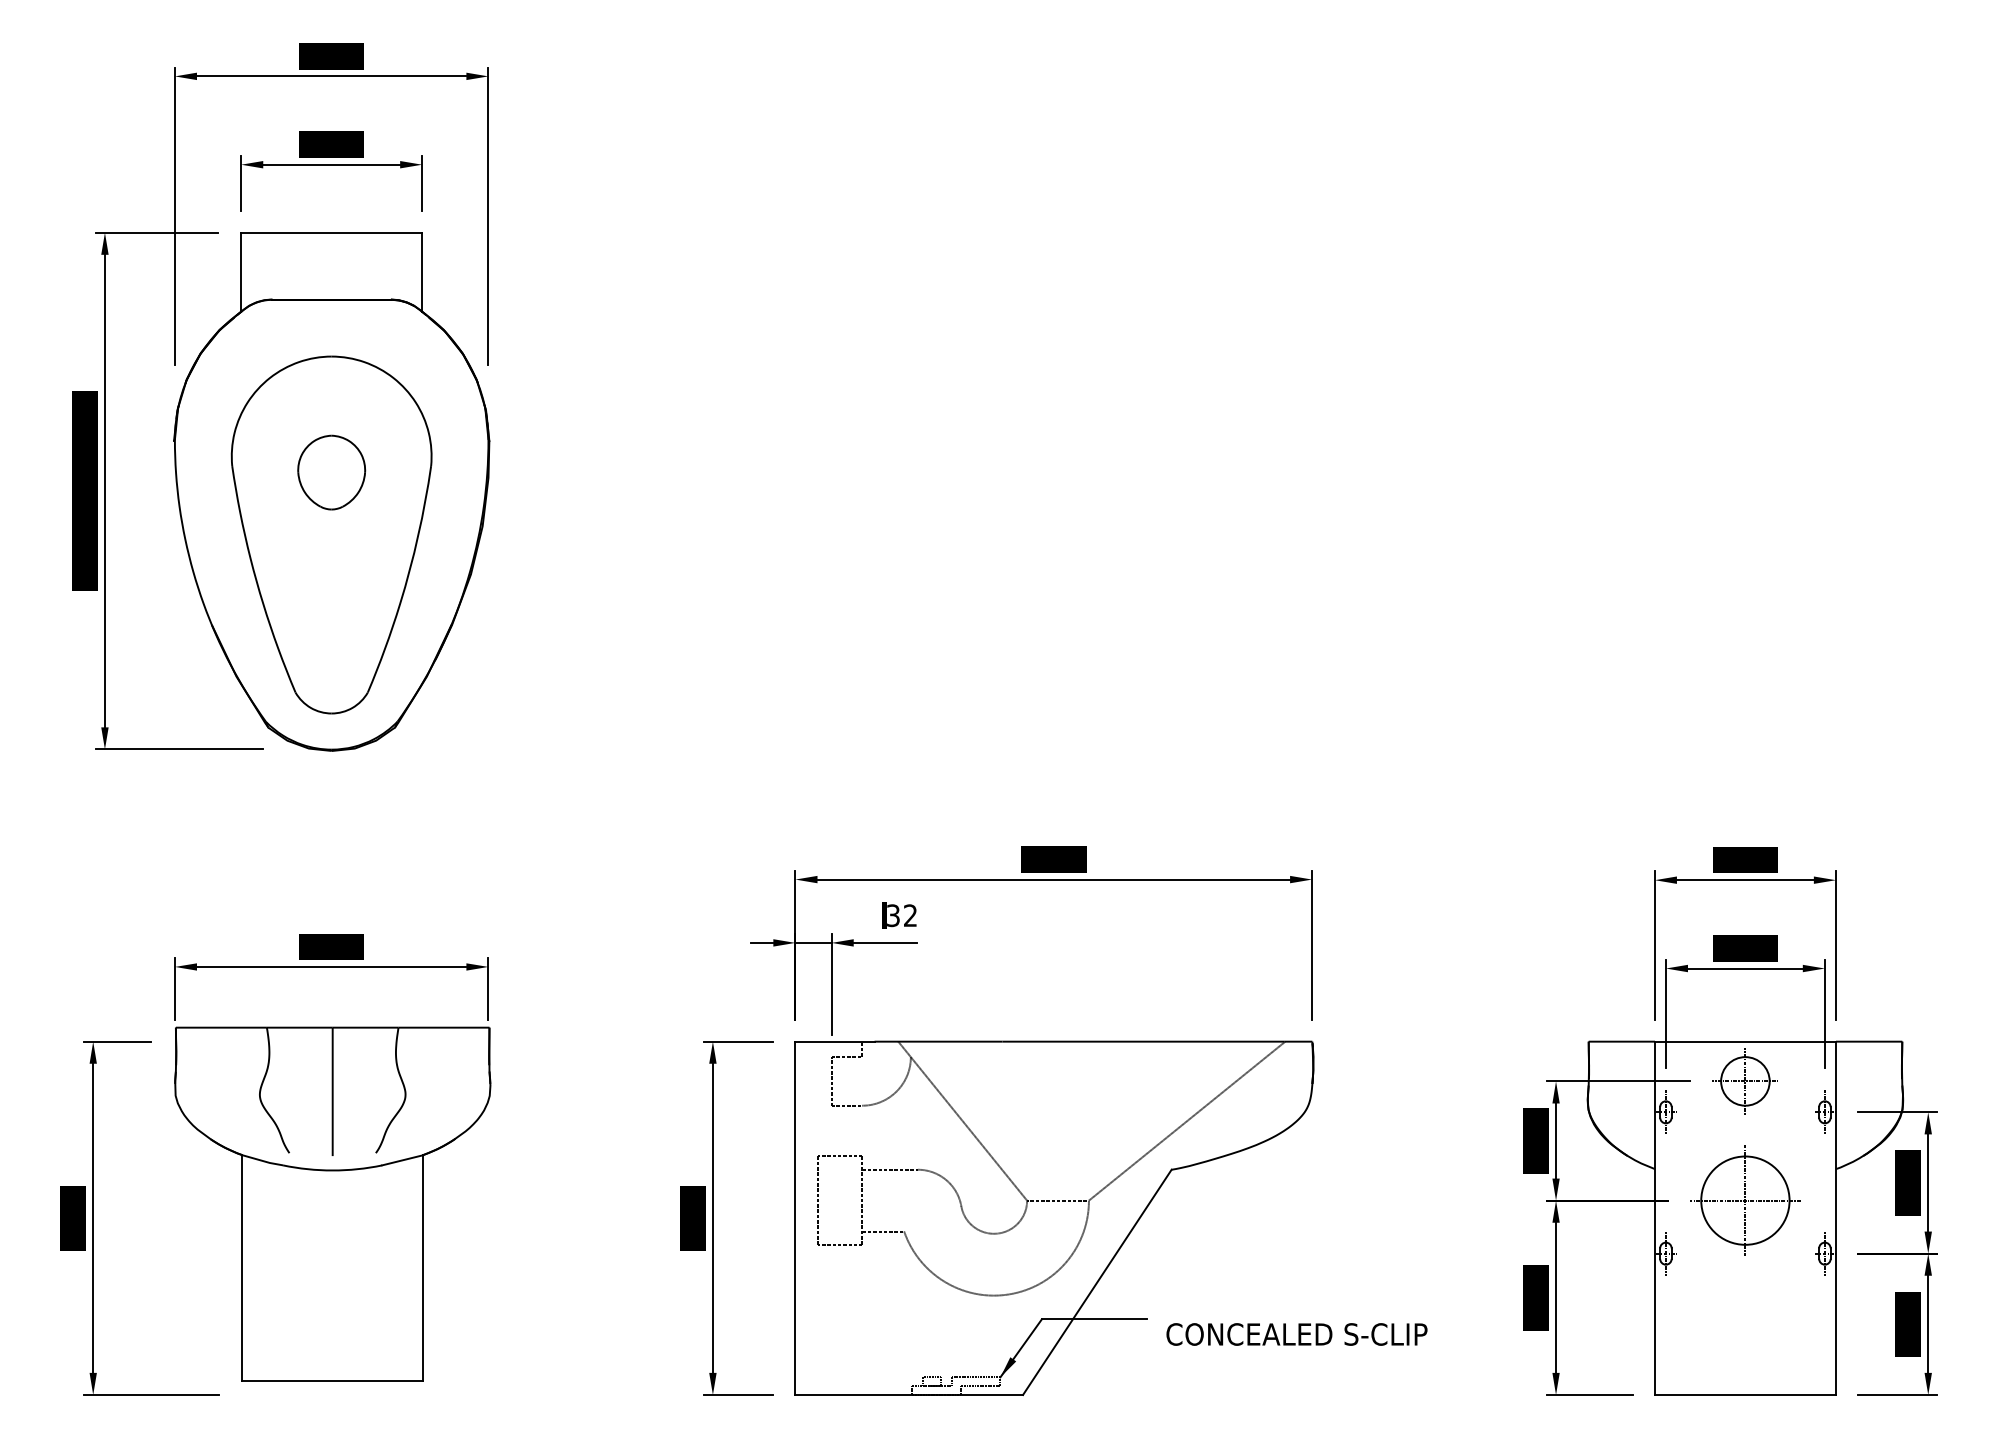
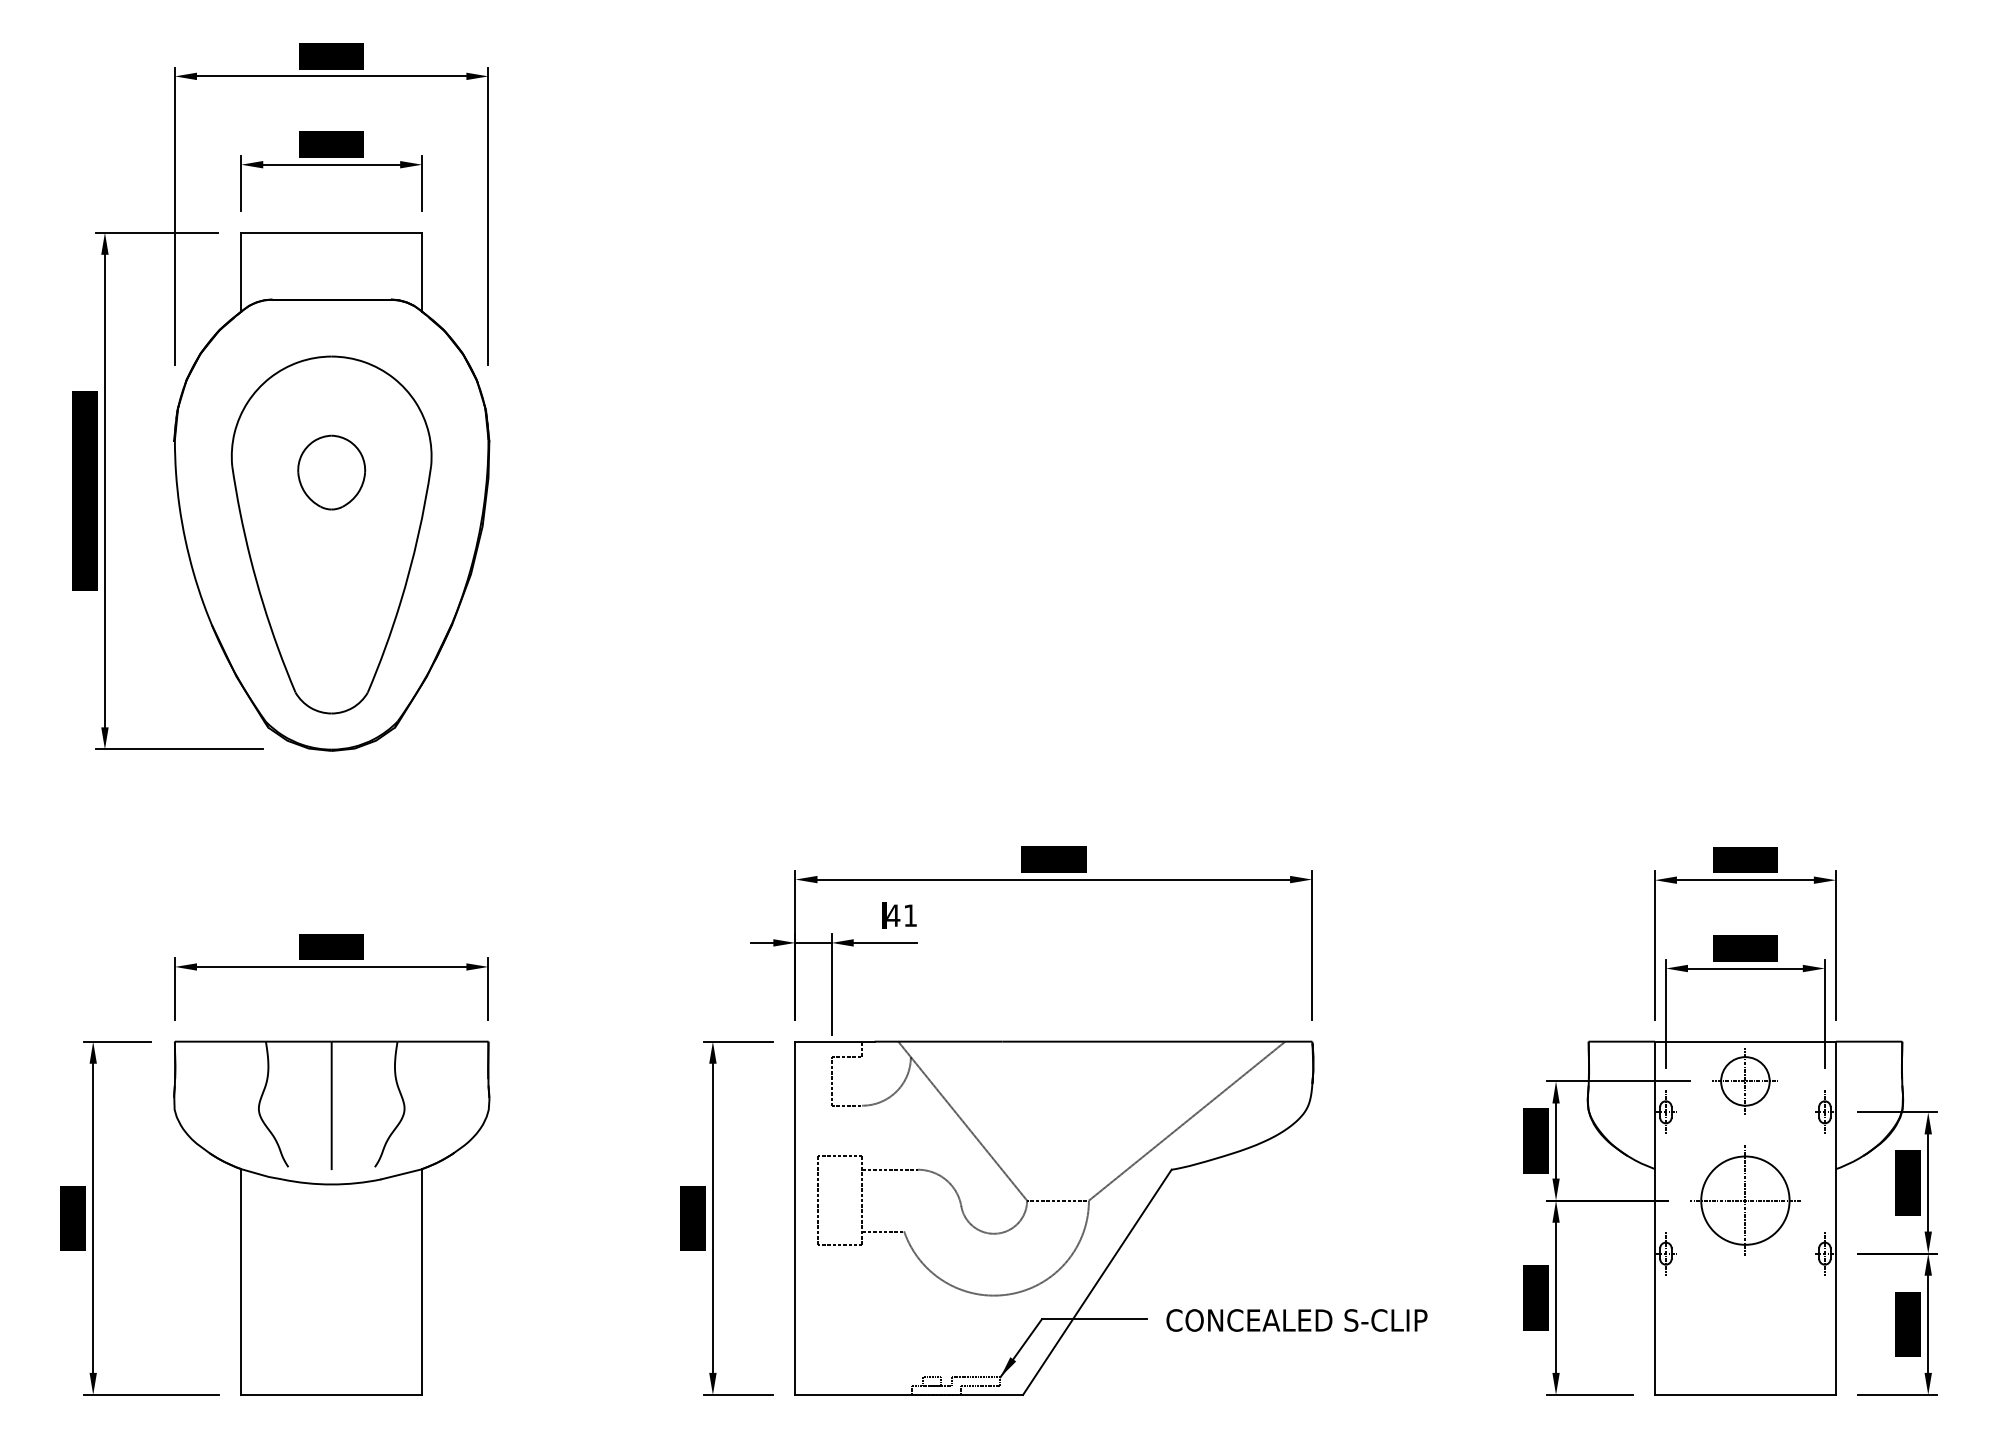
text at (901, 915): 32 -> 41
part at (332, 1203) position: (332, 1203) -> (331, 1217)
text at (1296, 1334) position: (1296, 1334) -> (1296, 1320)
